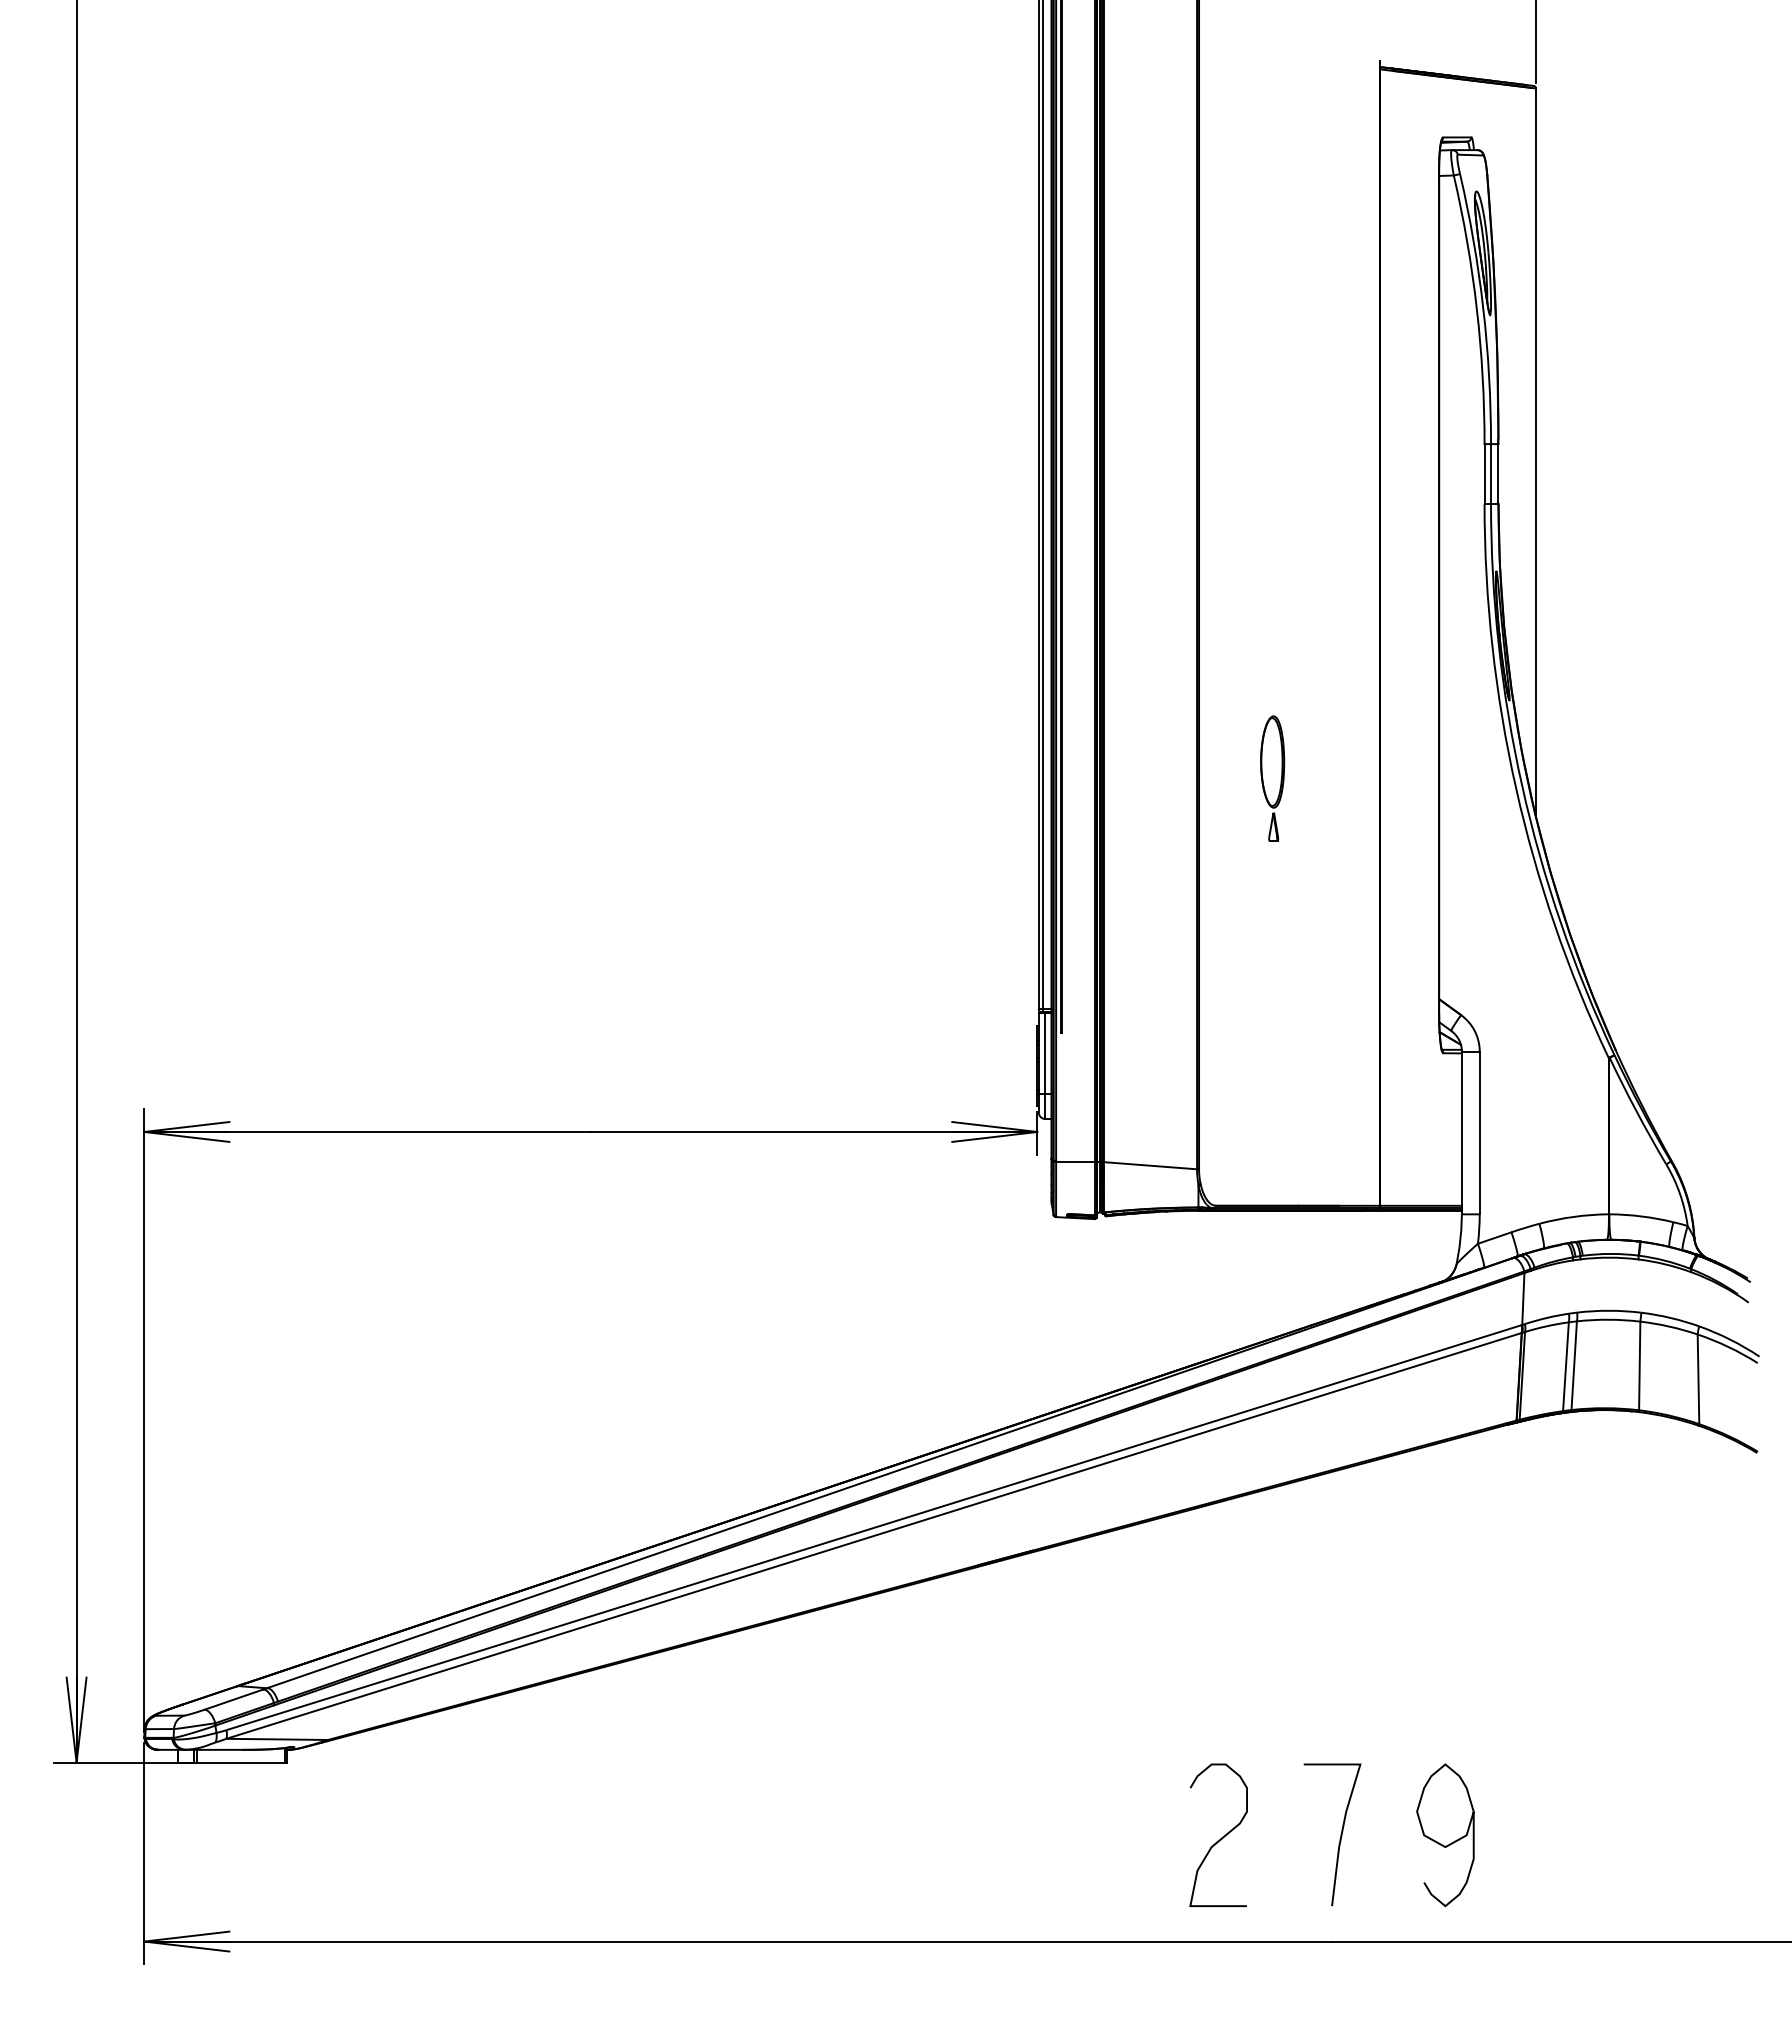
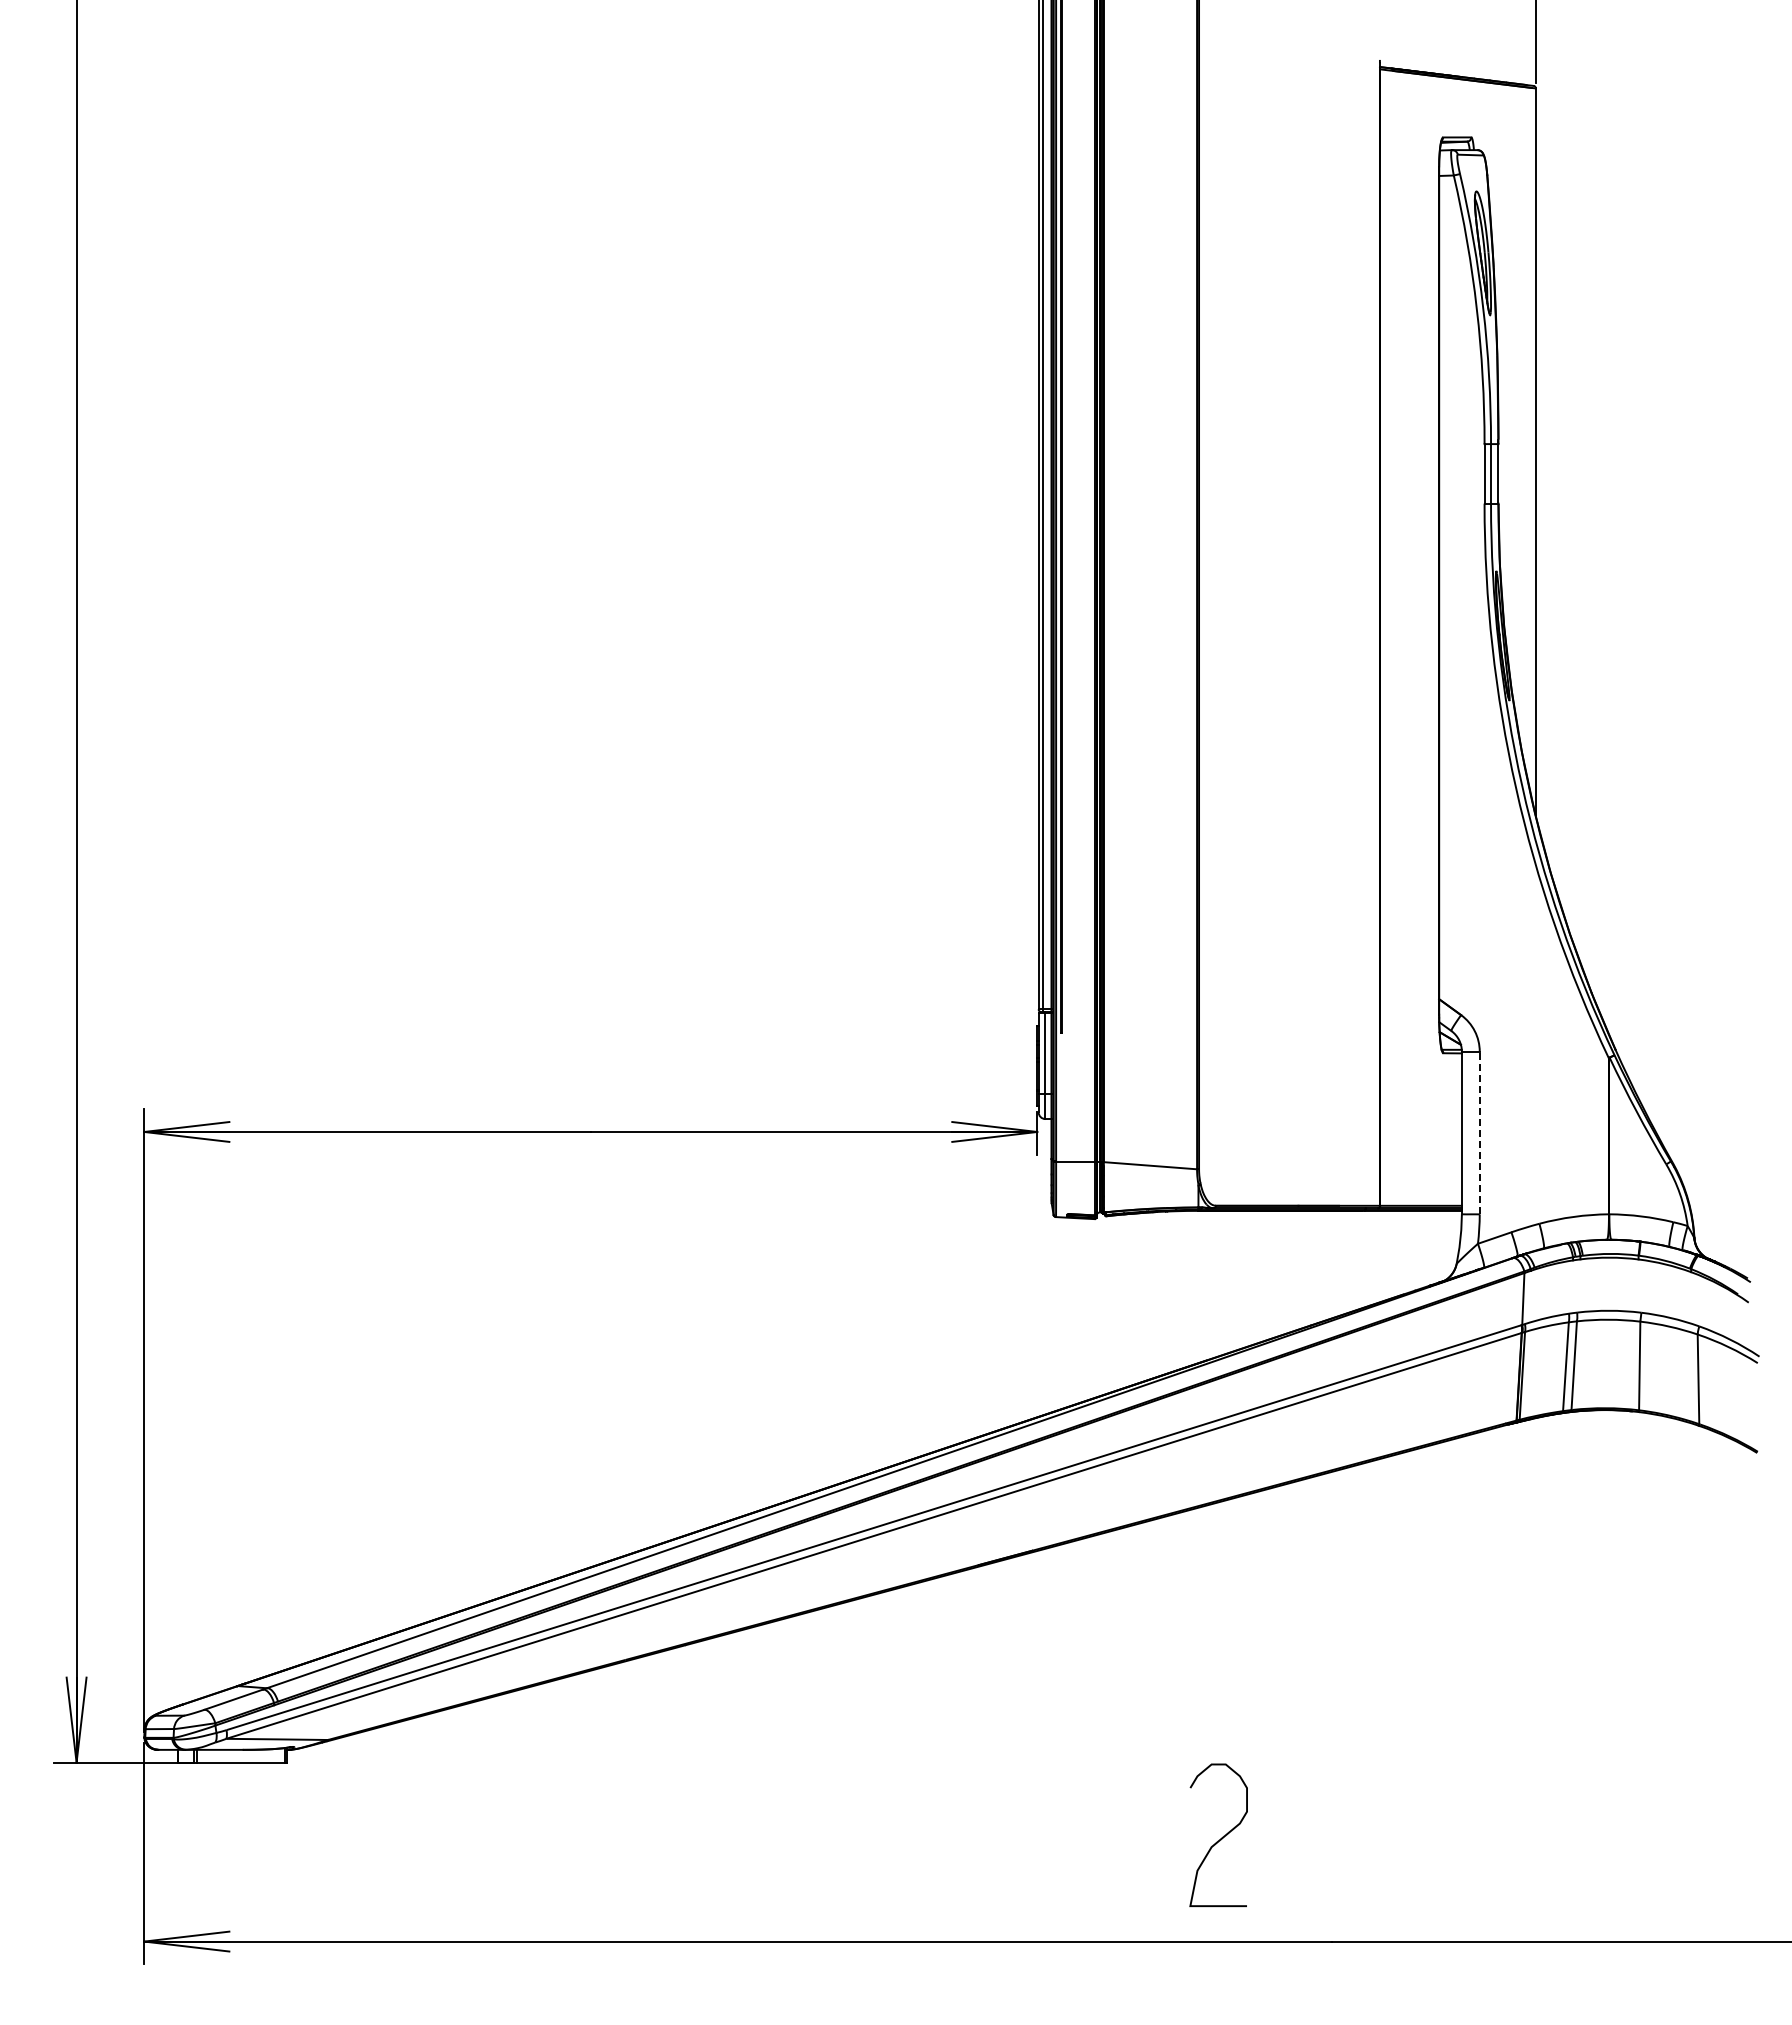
part at (1272, 778): present -> none
line at (1479, 1132): solid -> dashed
curve at (1340, 1834): present -> none
curve at (1441, 1843): present -> none
